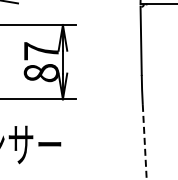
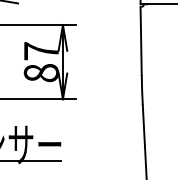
line at (144, 142): dashed -> solid
line at (31, 161): none -> present
